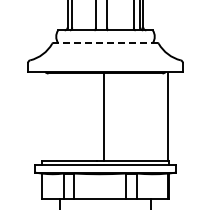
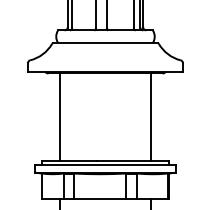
line at (105, 43): dashed -> solid
line at (104, 116) position: (104, 116) -> (60, 116)
line at (167, 116) position: (167, 116) -> (150, 116)
